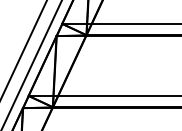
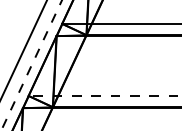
line at (31, 65): solid -> dashed
line at (104, 95): solid -> dashed
